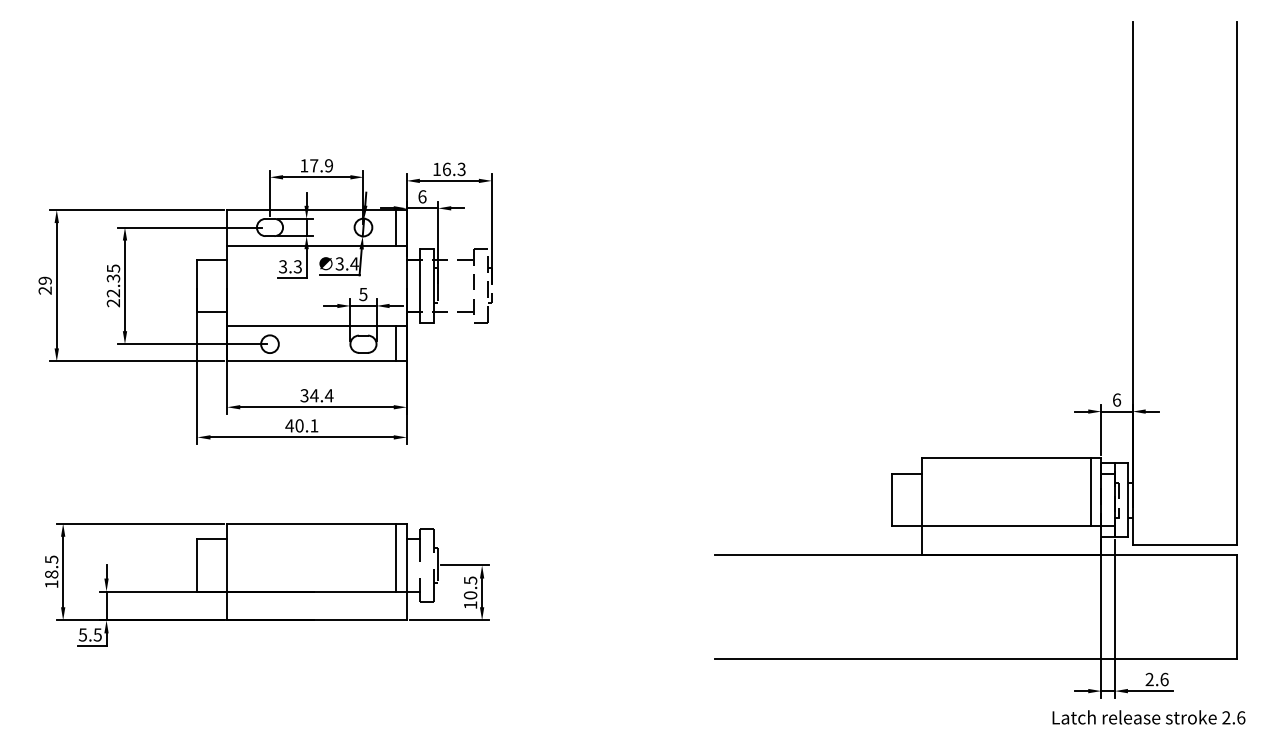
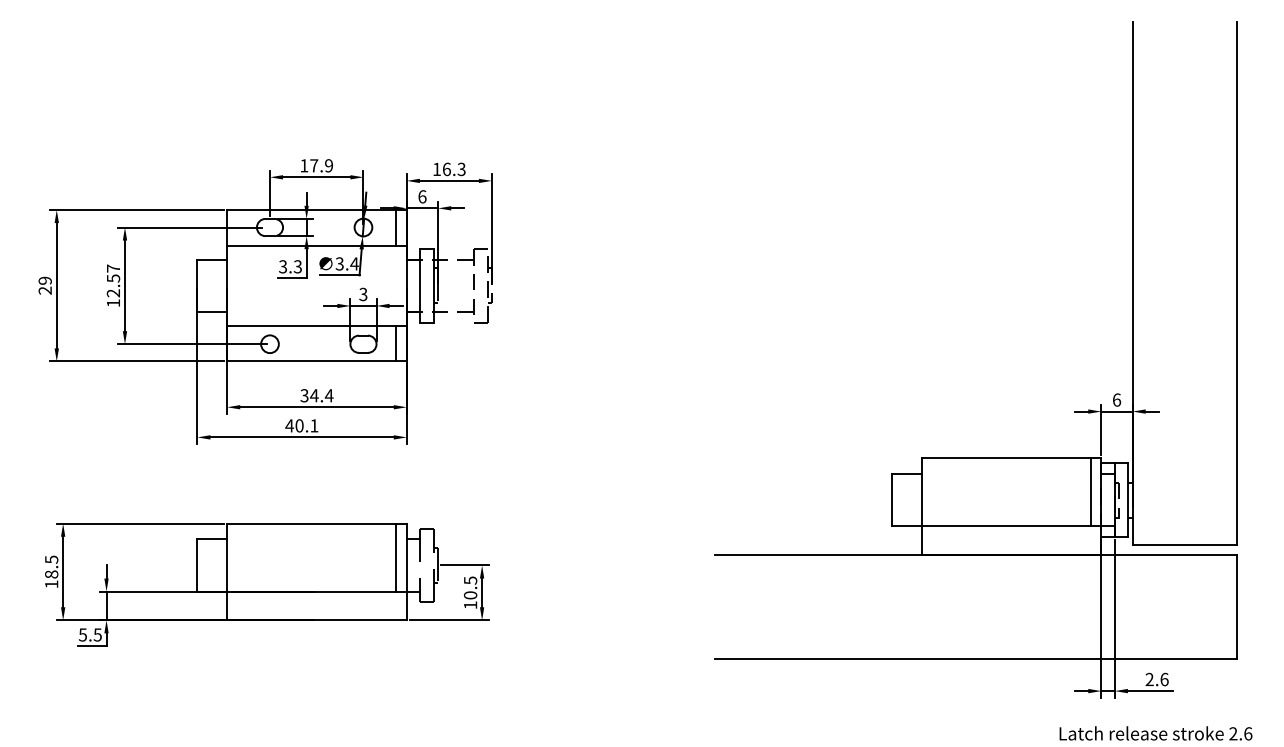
text at (113, 285): 22.35 -> 12.57
text at (363, 293): 5 -> 3
text at (1148, 717) position: (1148, 717) -> (1155, 733)
